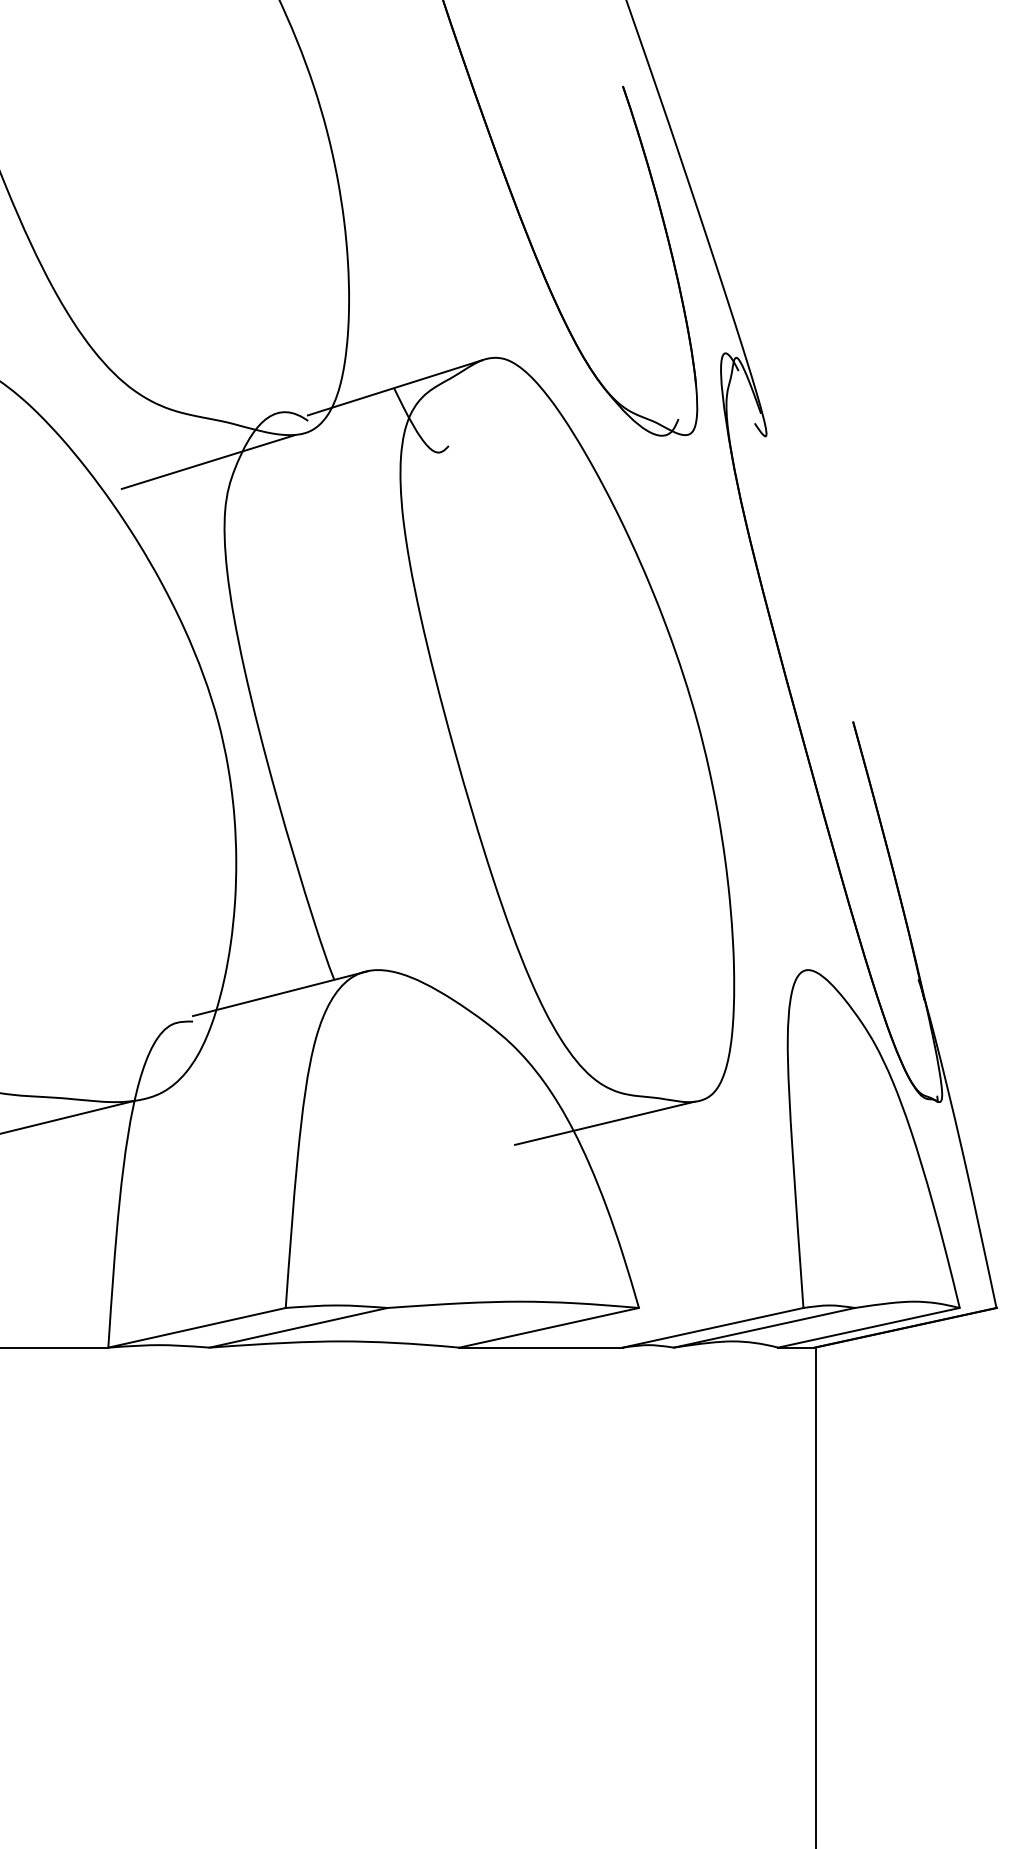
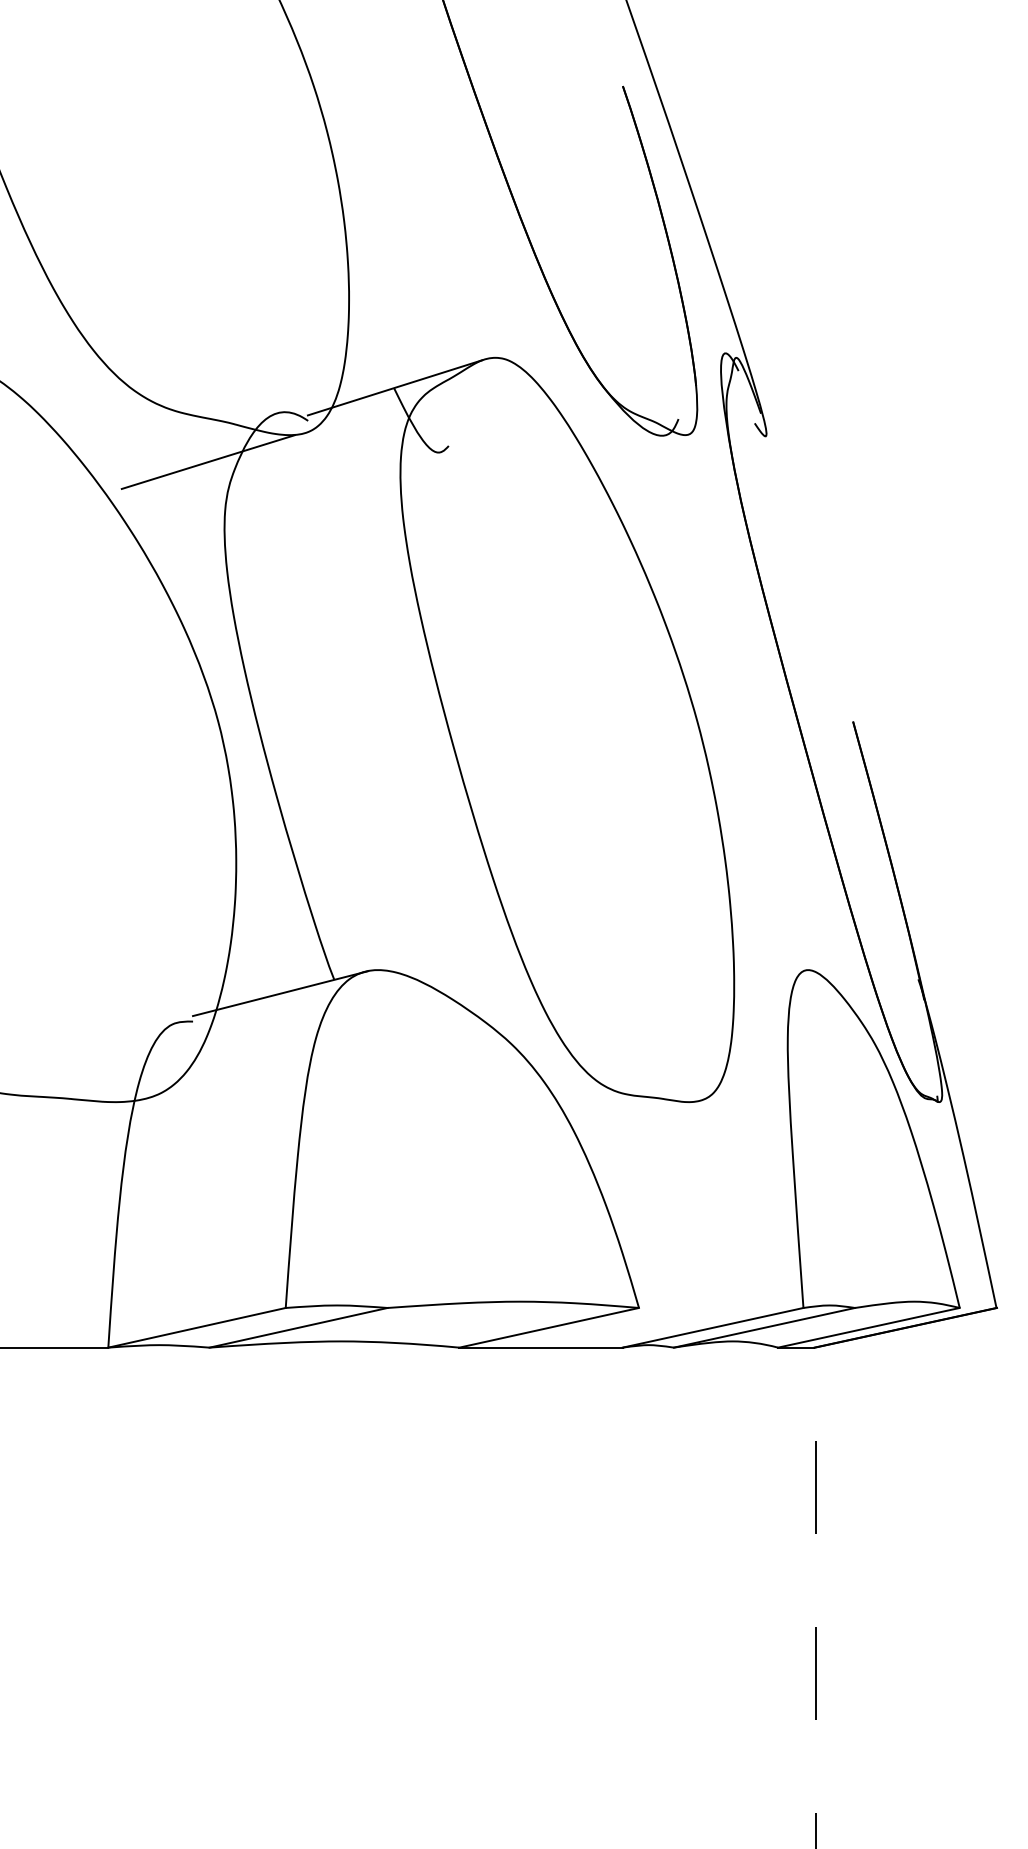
line at (68, 1116): present -> none
line at (604, 1122): present -> none
line at (815, 1597): solid -> dashed
